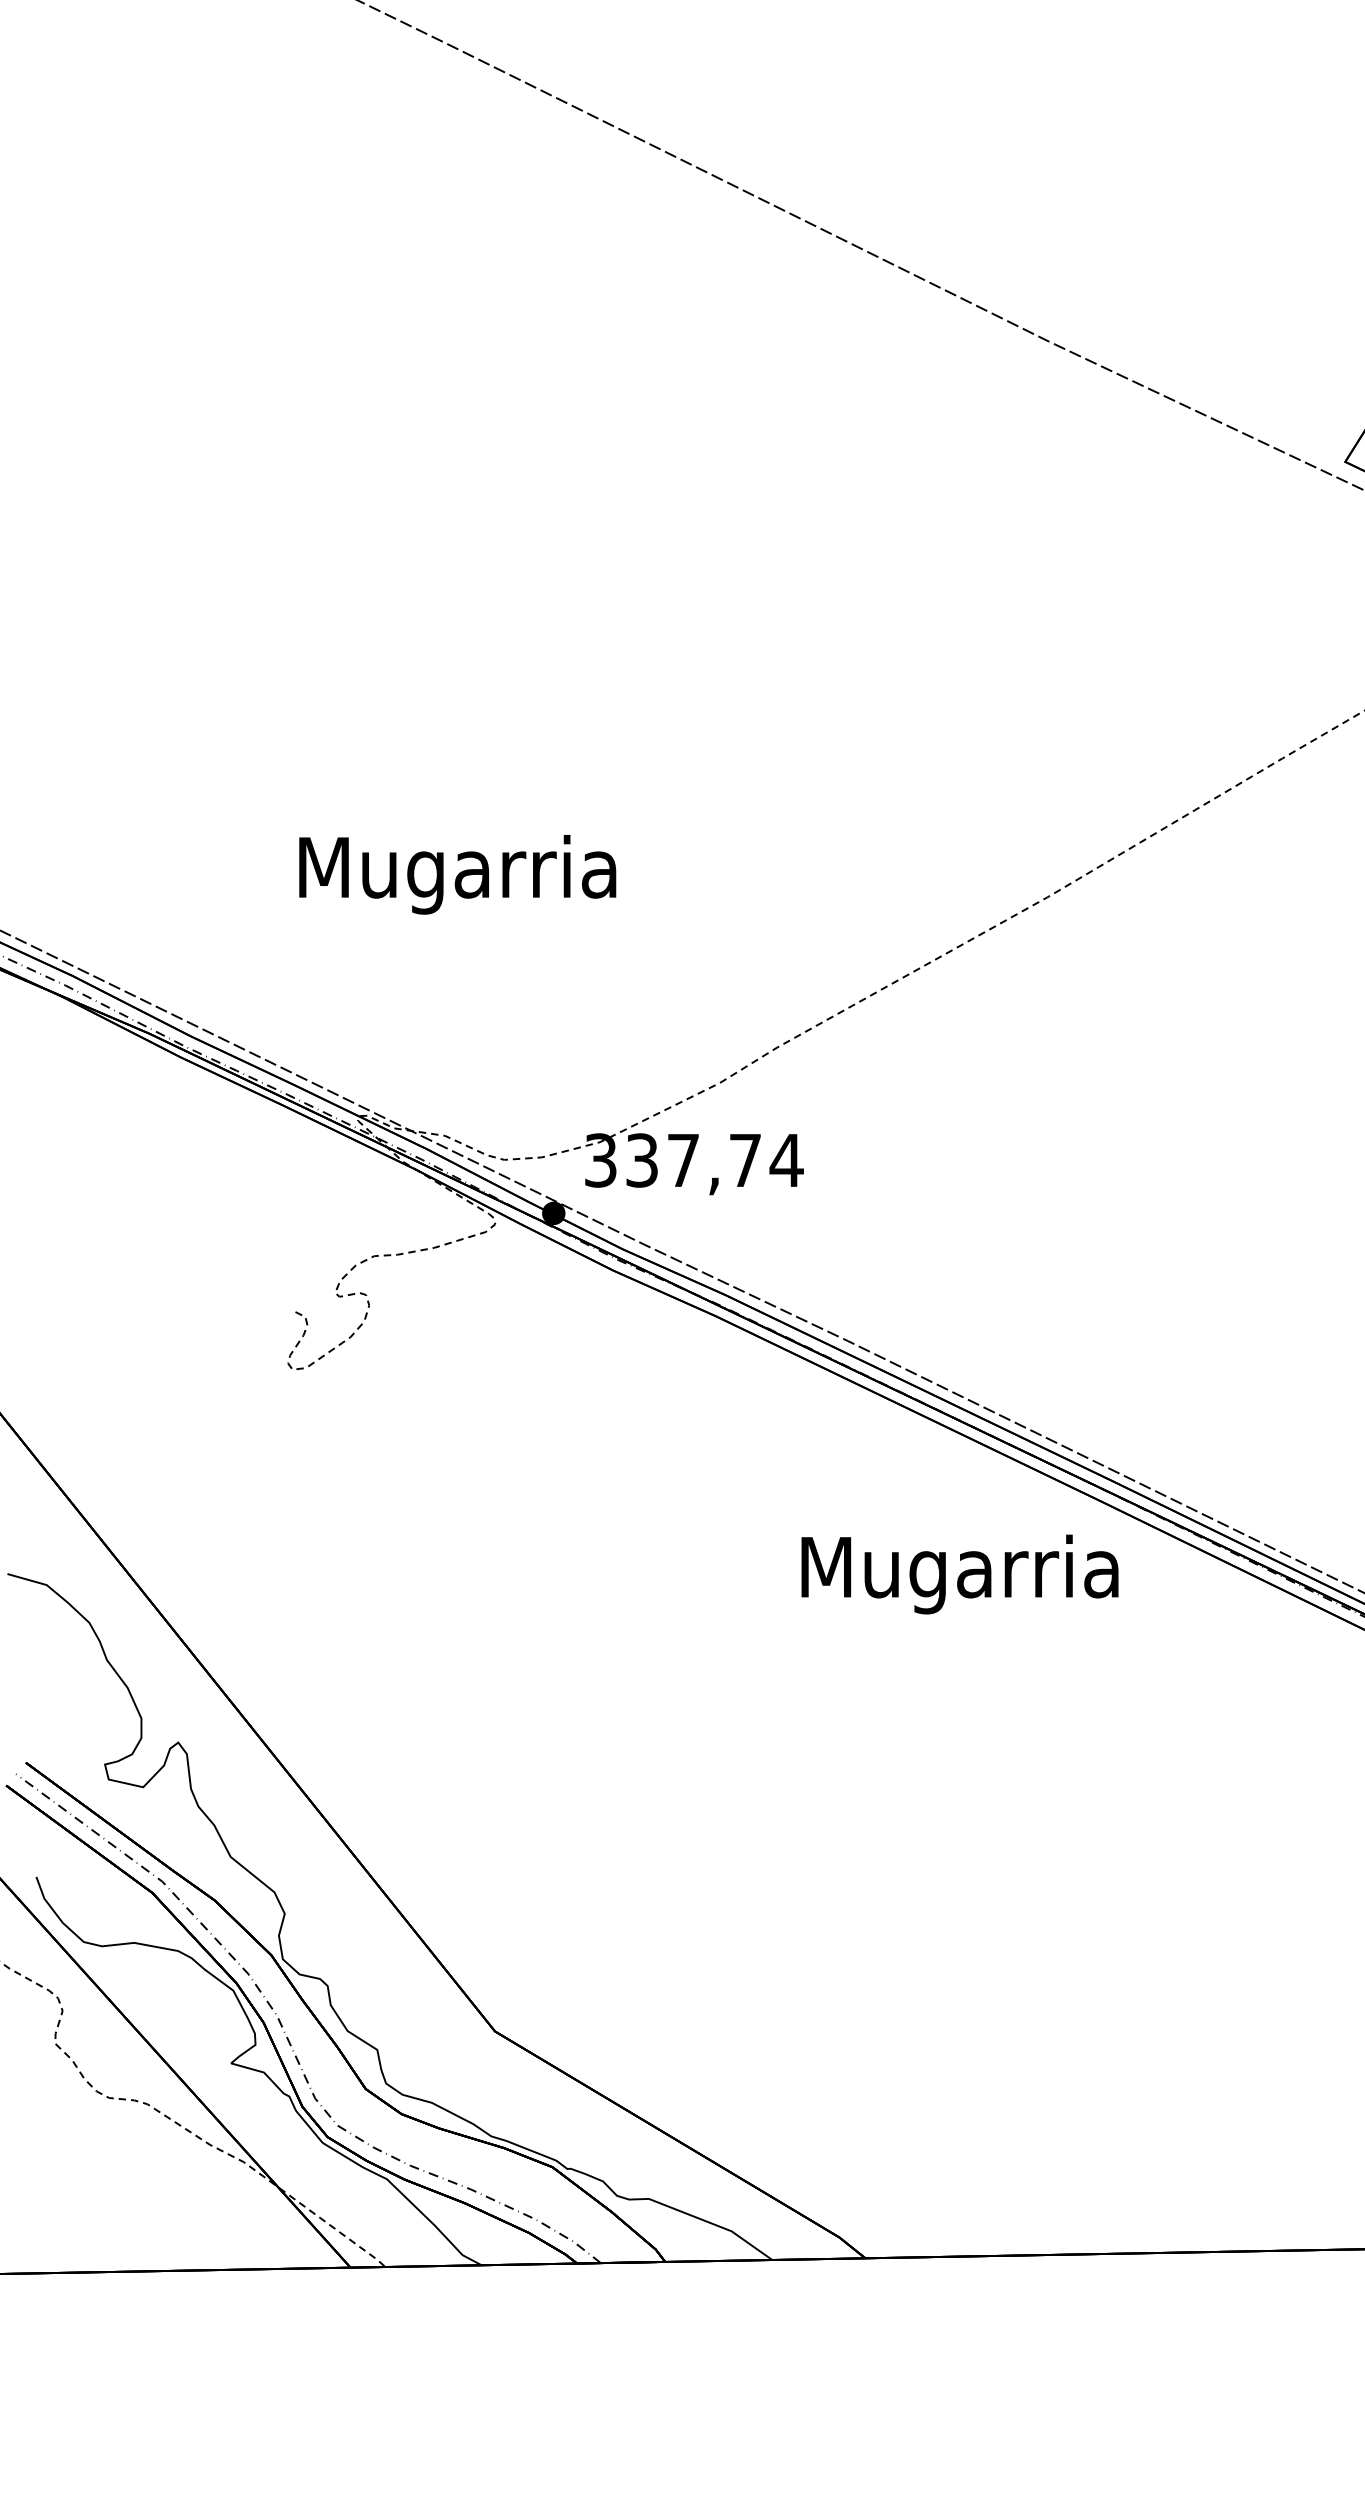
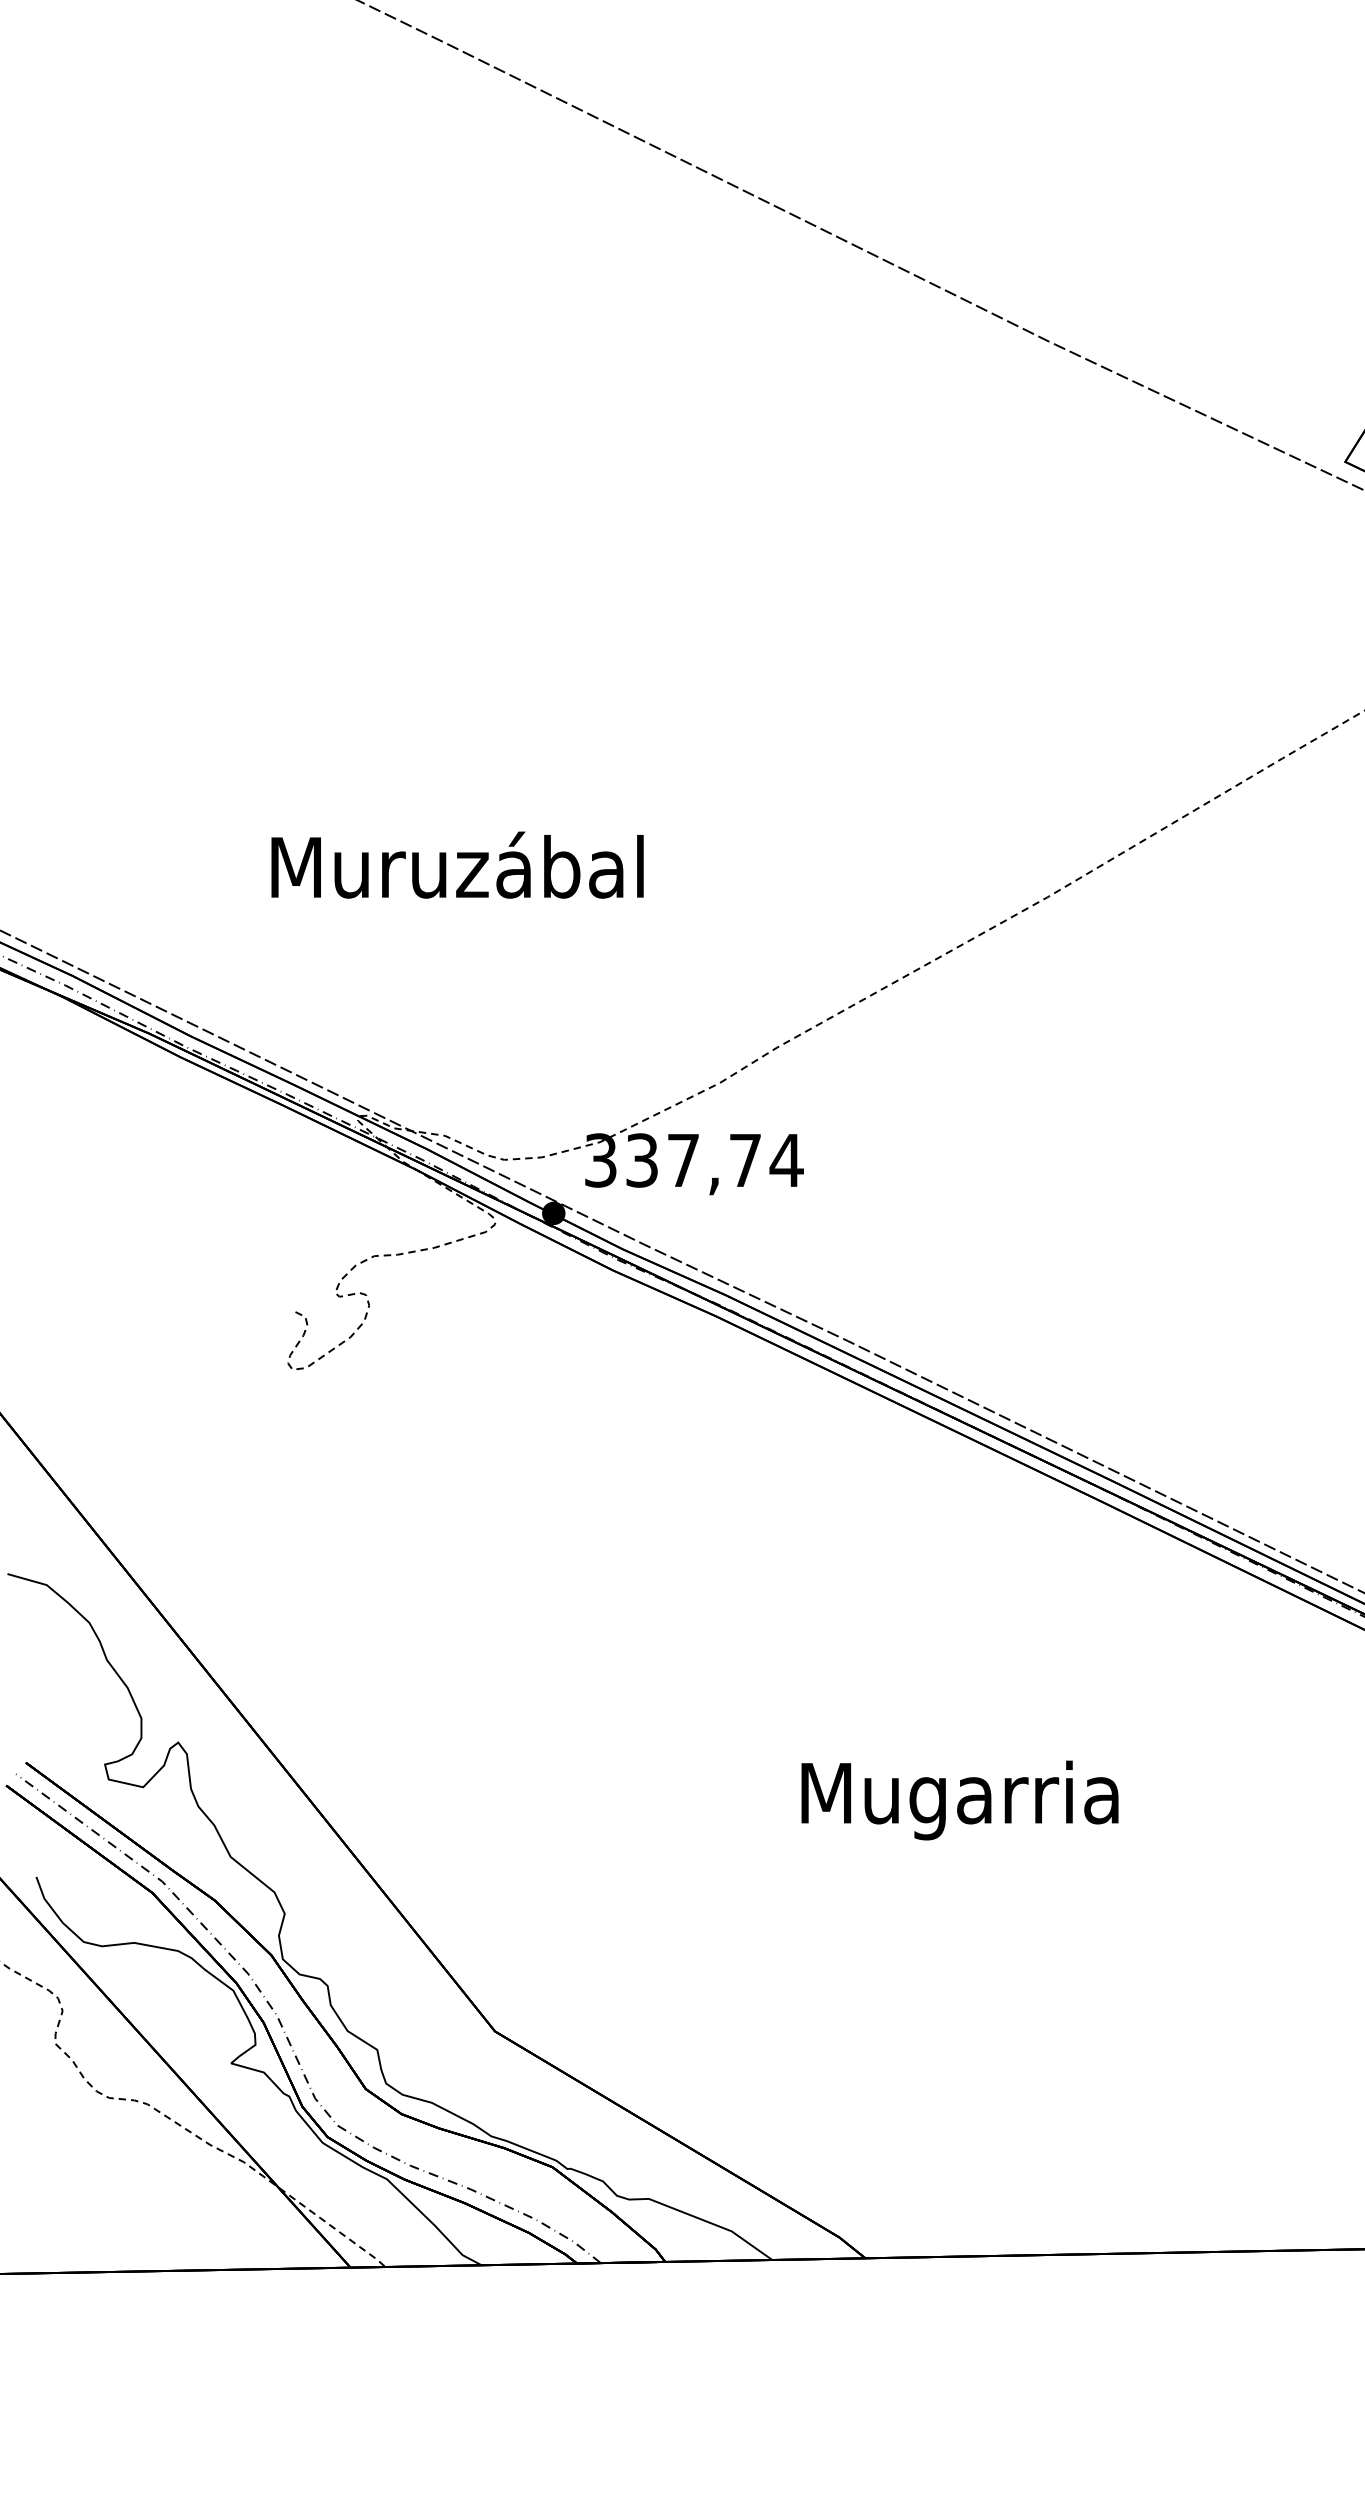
text at (457, 872): Mugarria -> Muruzábal
text at (959, 1574) position: (959, 1574) -> (959, 1800)
